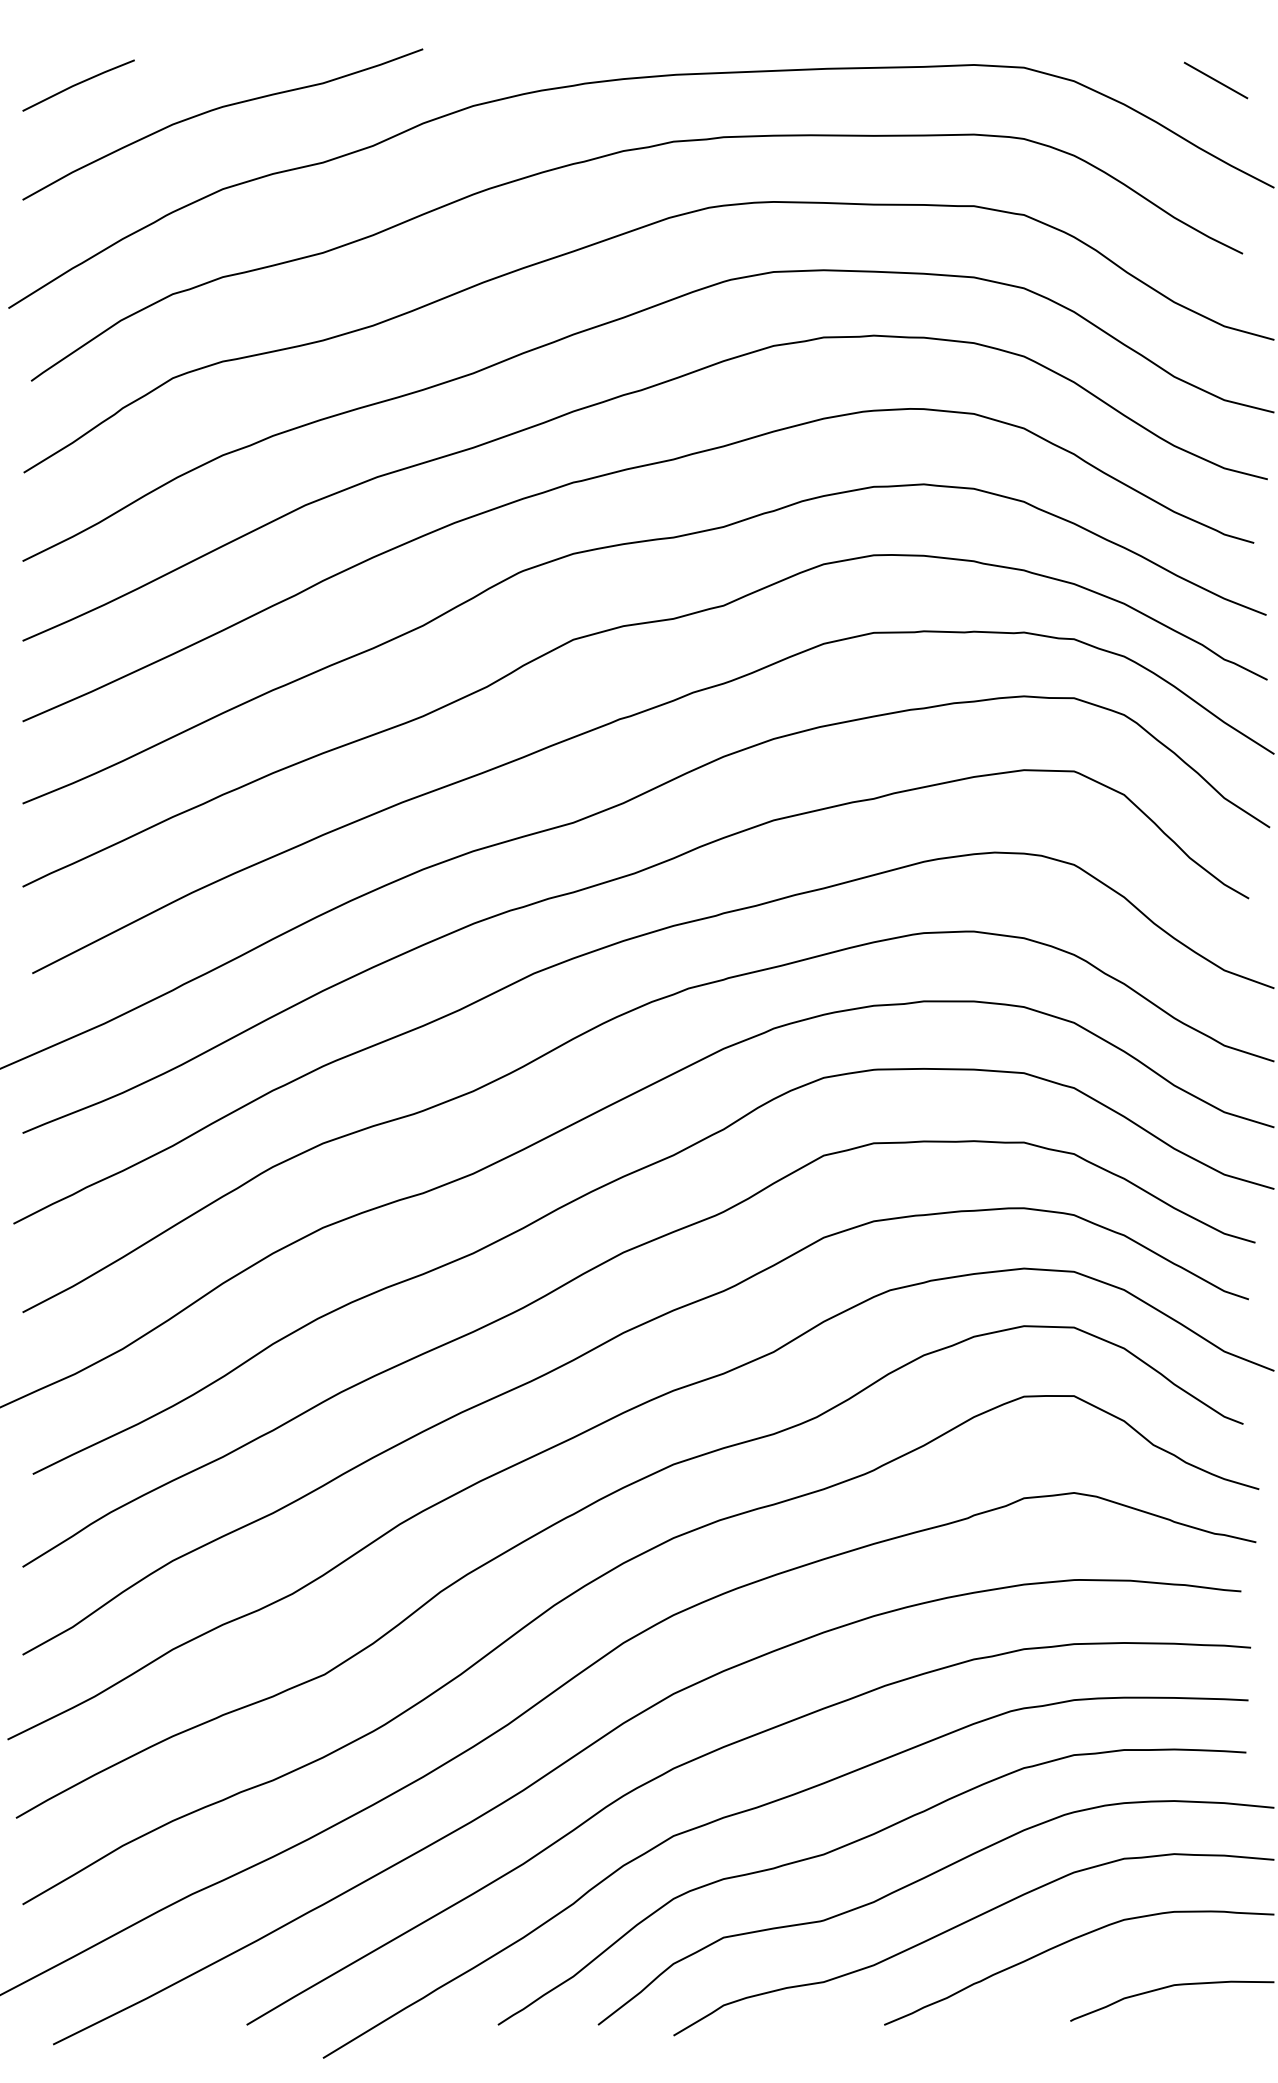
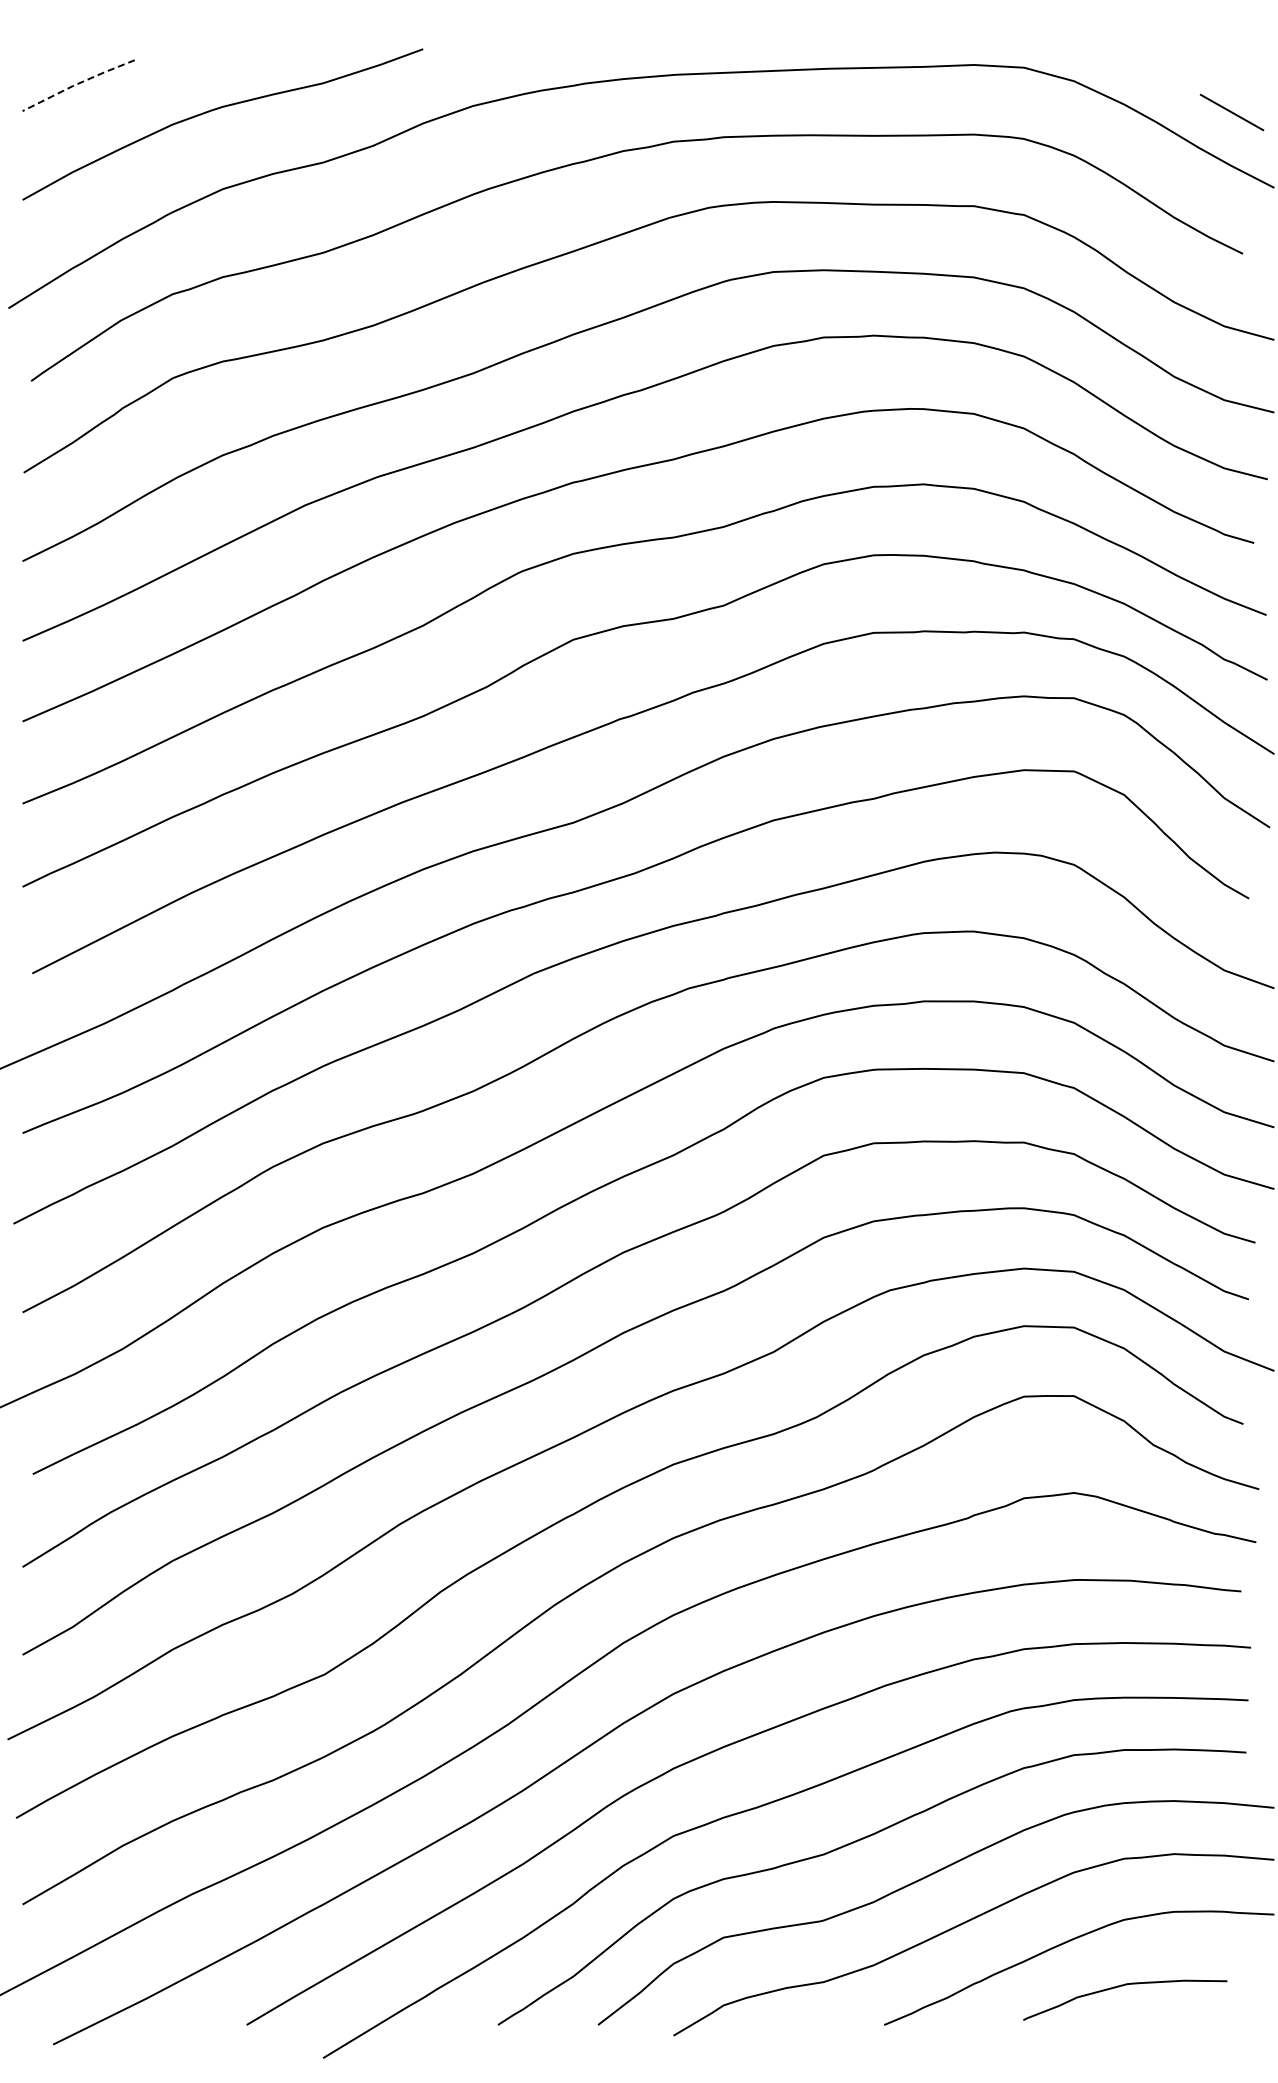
line at (1215, 80) position: (1215, 80) -> (1231, 112)
line at (78, 83): solid -> dashed
curve at (1170, 1987) position: (1170, 1987) -> (1123, 1986)
